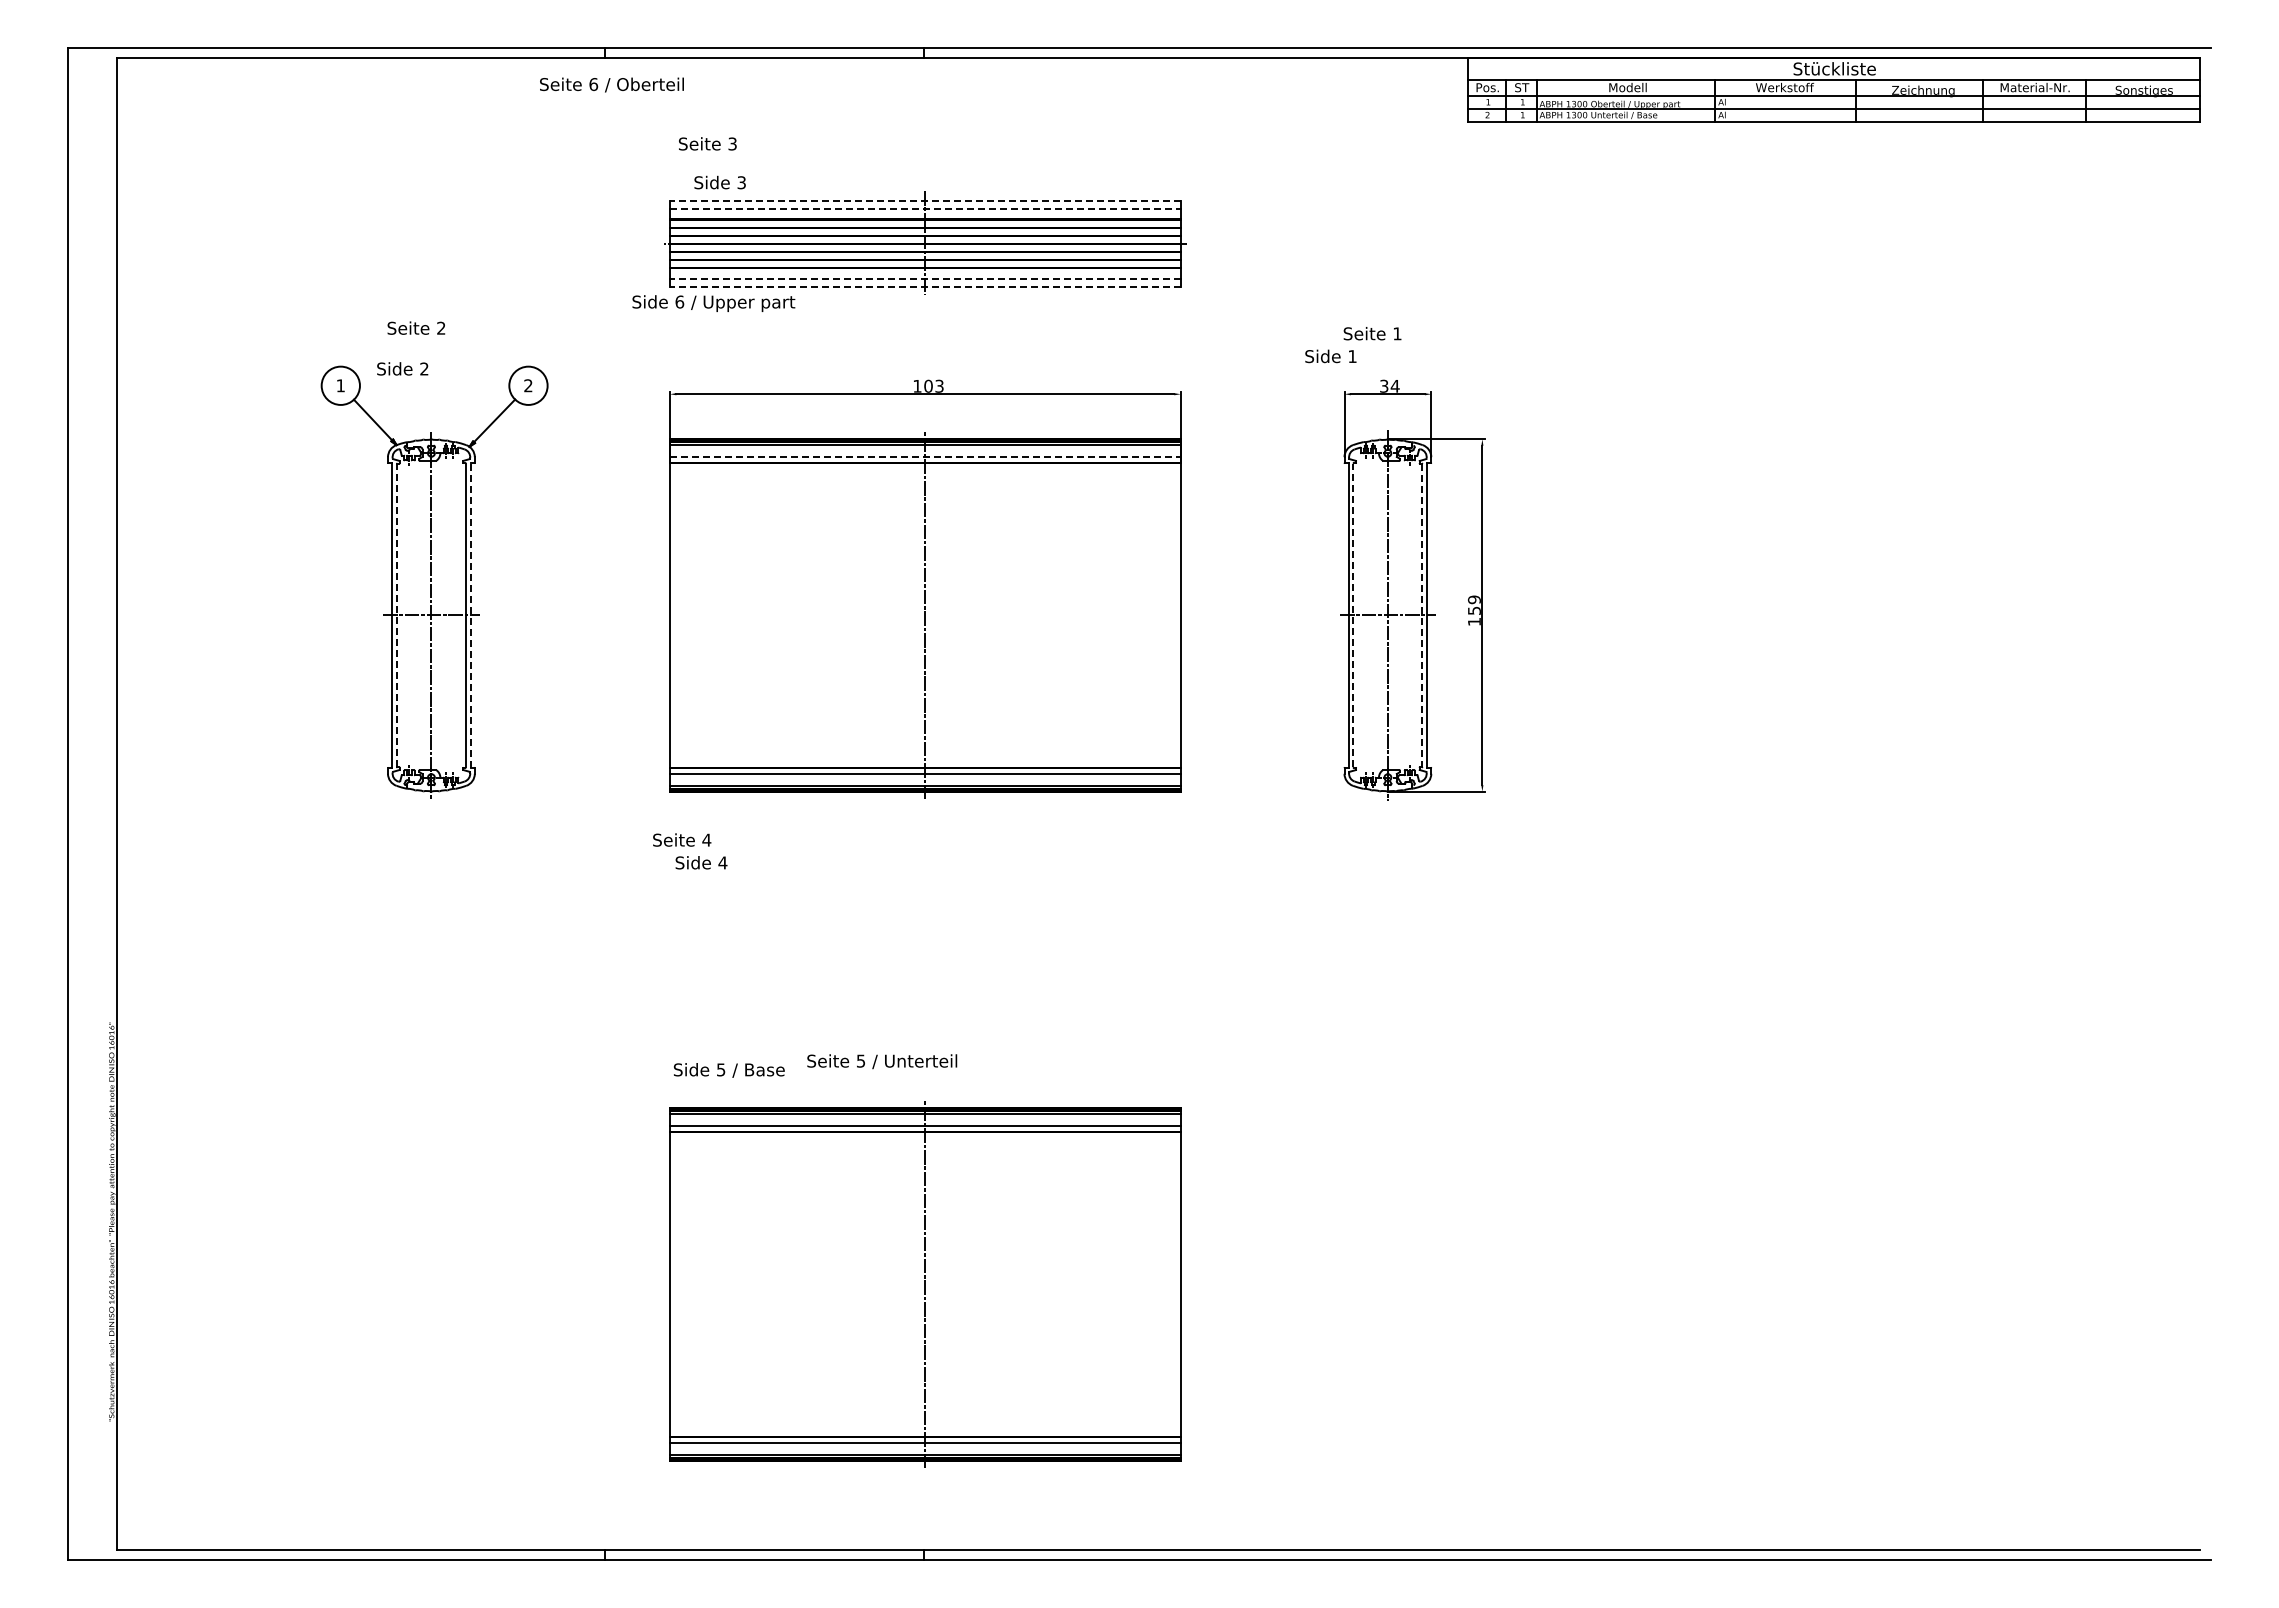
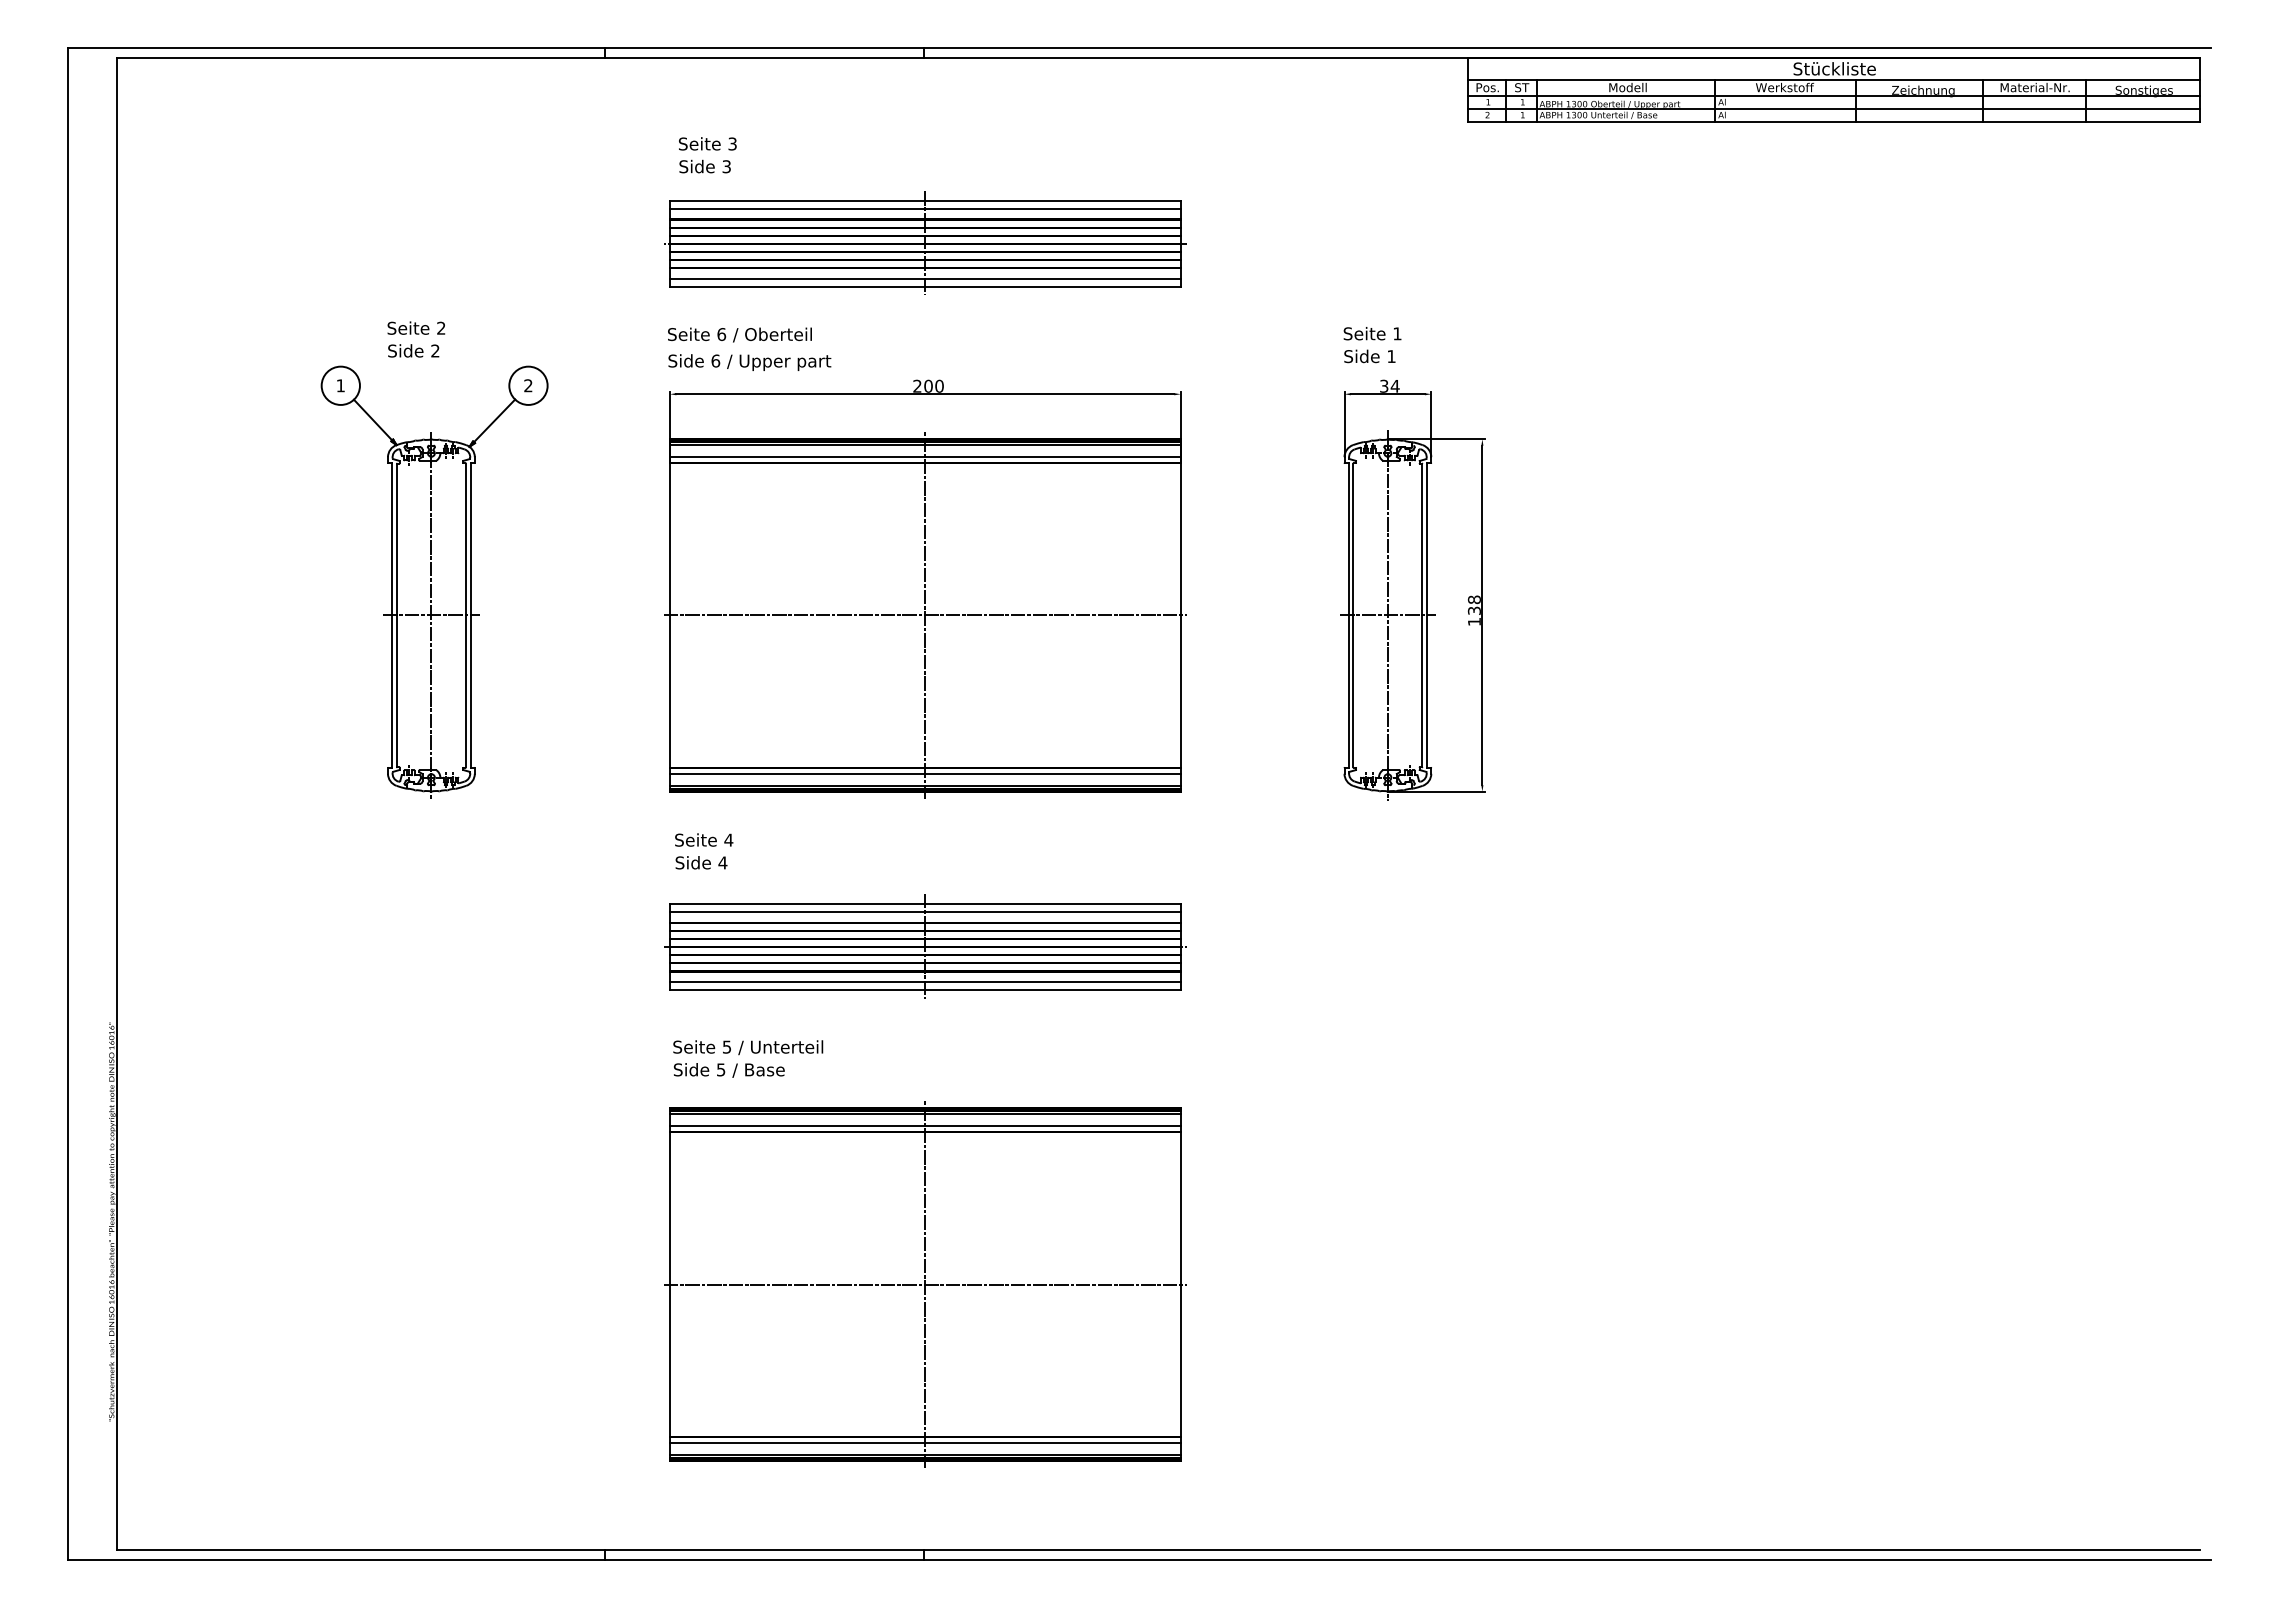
text at (611, 84) position: (611, 84) -> (739, 334)
text at (719, 182) position: (719, 182) -> (704, 166)
line at (924, 200): dashed -> solid
line at (925, 209): dashed -> solid
line at (924, 278): dashed -> solid
line at (924, 287): dashed -> solid
text at (713, 303) position: (713, 303) -> (749, 362)
text at (1330, 356) position: (1330, 356) -> (1369, 356)
text at (402, 368) position: (402, 368) -> (413, 350)
text at (928, 385): 103 -> 200
line at (925, 457): dashed -> solid
text at (1473, 604): 159 -> 138
line at (396, 614): dashed -> solid
line at (470, 614): dashed -> solid
line at (925, 615): none -> present
line at (1353, 615): dashed -> solid
line at (1422, 615): dashed -> solid
text at (682, 839) position: (682, 839) -> (704, 839)
part at (925, 946): none -> present
text at (882, 1061) position: (882, 1061) -> (748, 1047)
line at (925, 1284): none -> present
